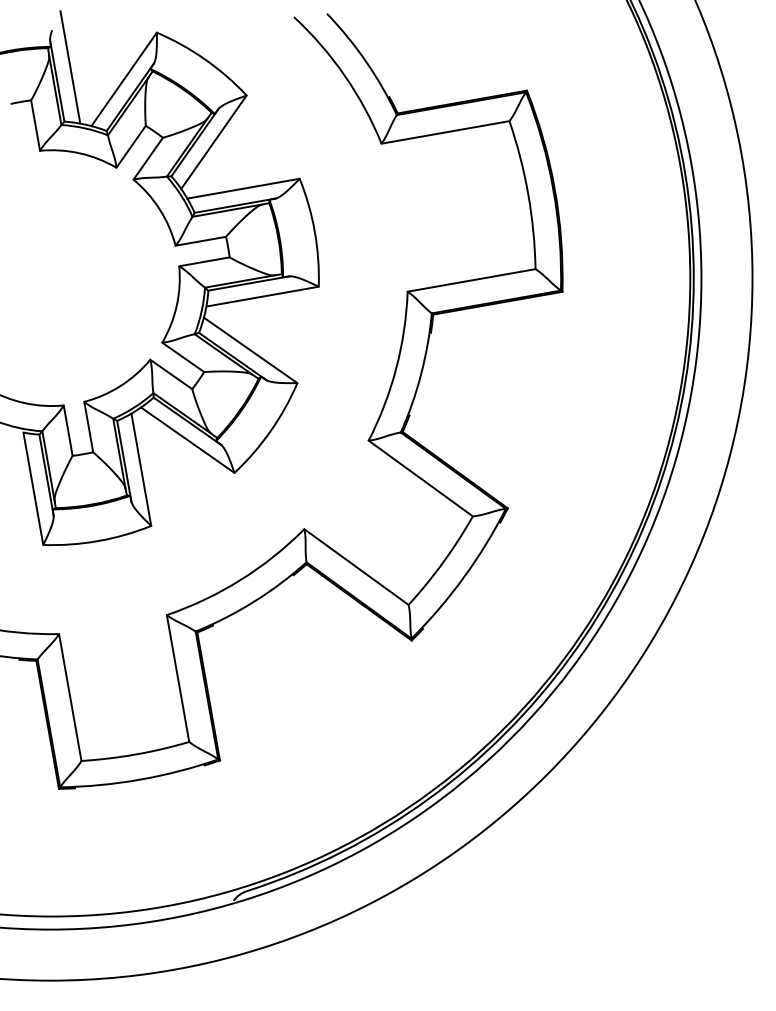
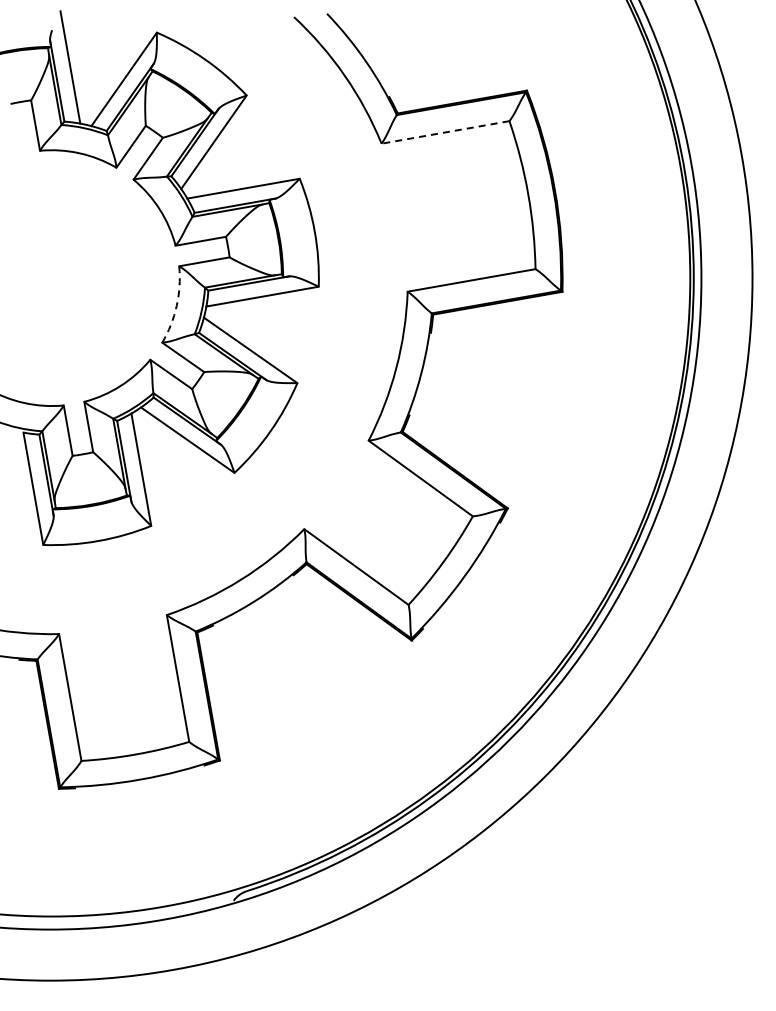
line at (445, 132): solid -> dashed
arc at (176, 305): solid -> dashed
